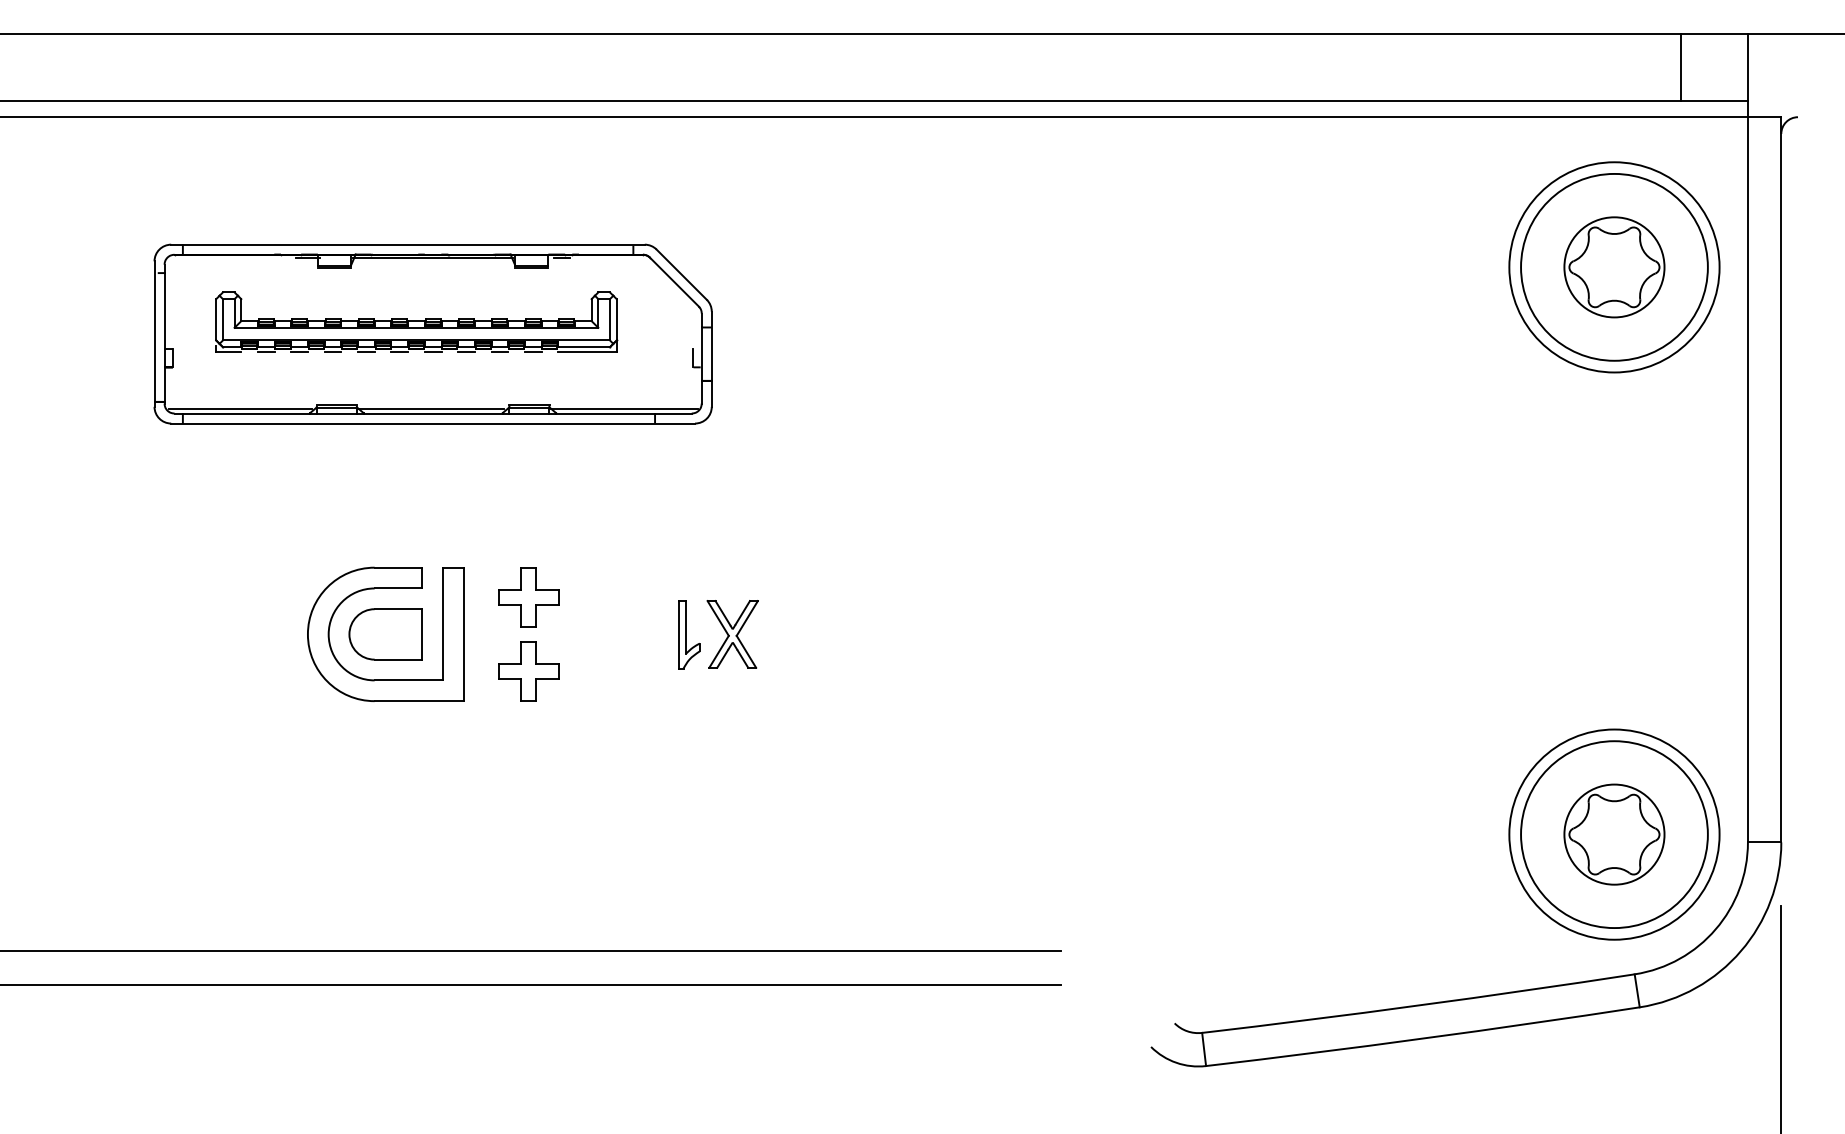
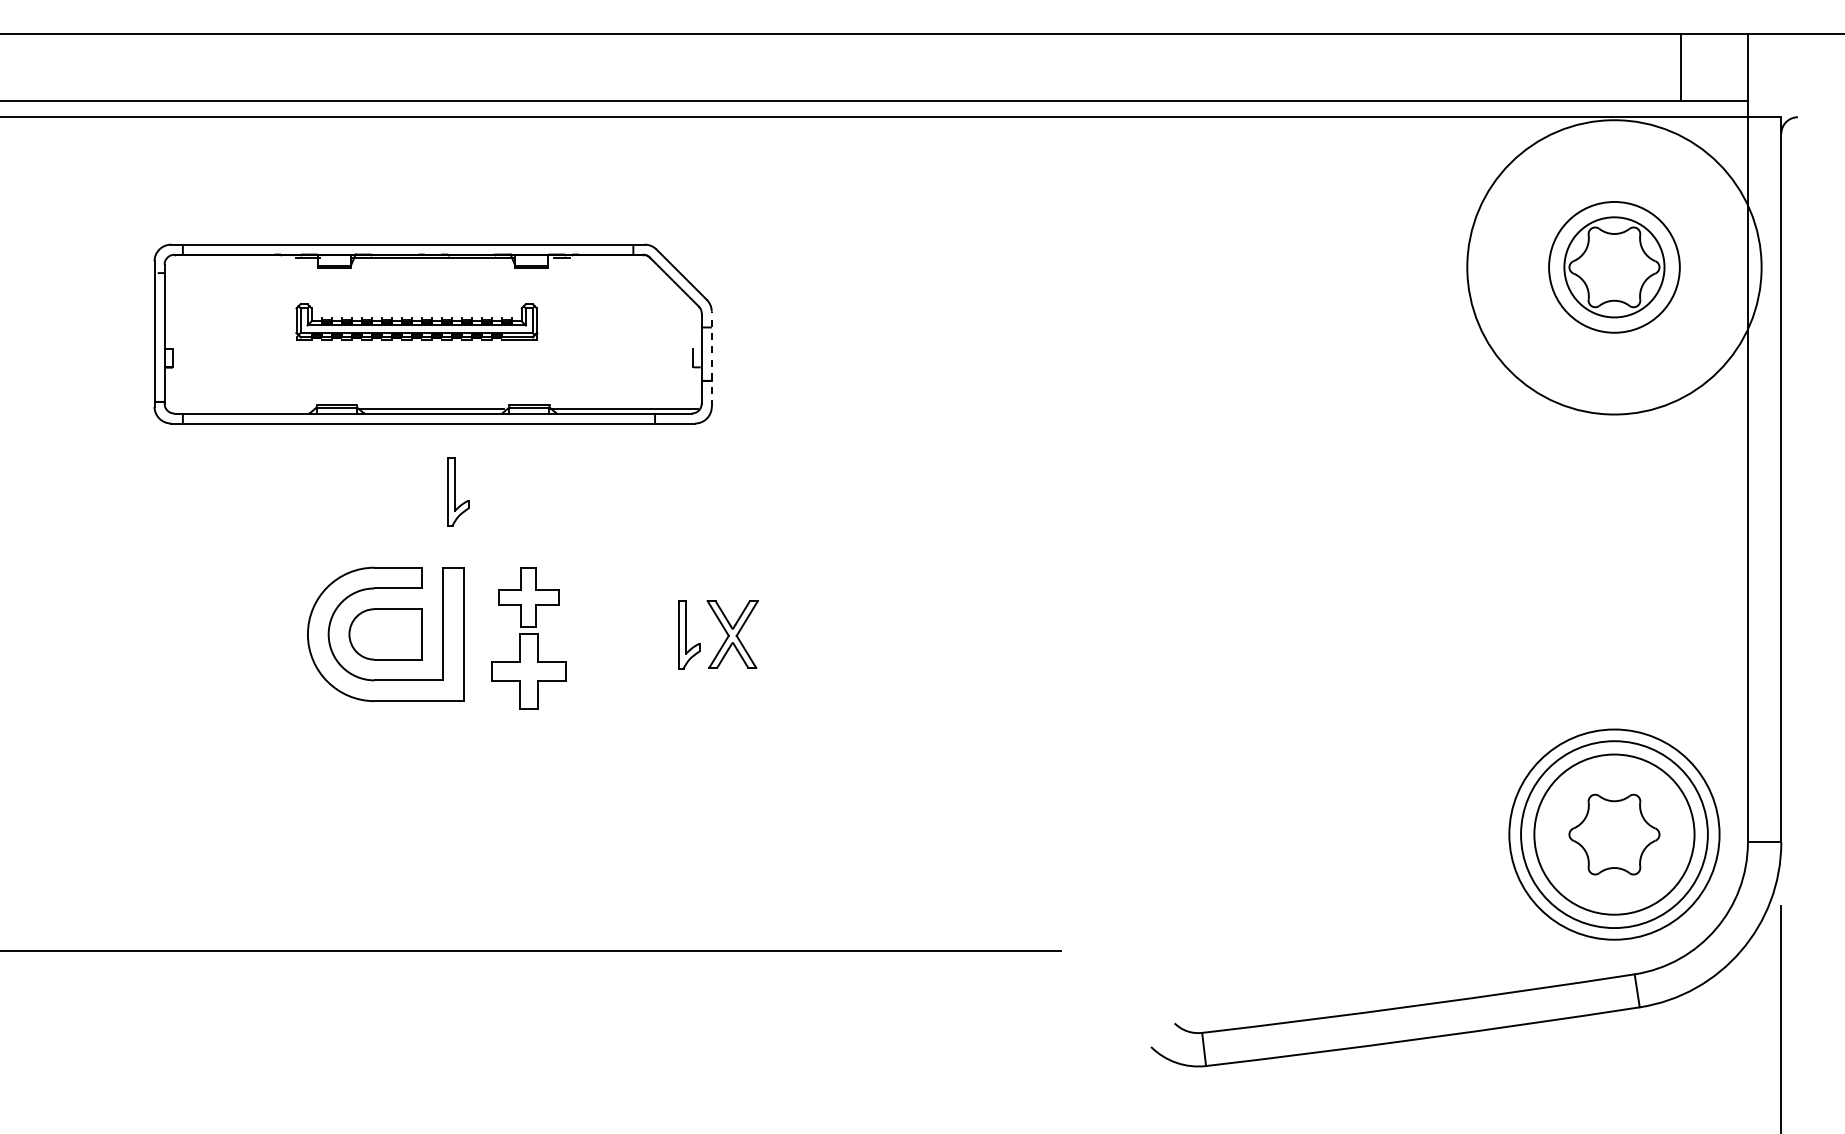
circle at (1614, 266) diameter: 187 px -> 131 px
circle at (1614, 267) diameter: 210 px -> 294 px
part at (416, 321) size: 404x62 px -> 244x38 px
line at (711, 359): solid -> dashed
line at (239, 408): present -> none
part at (458, 491): none -> present
part at (528, 671) size: 62x61 px -> 76x77 px
circle at (1614, 834) diameter: 100 px -> 160 px
line at (531, 984): present -> none
